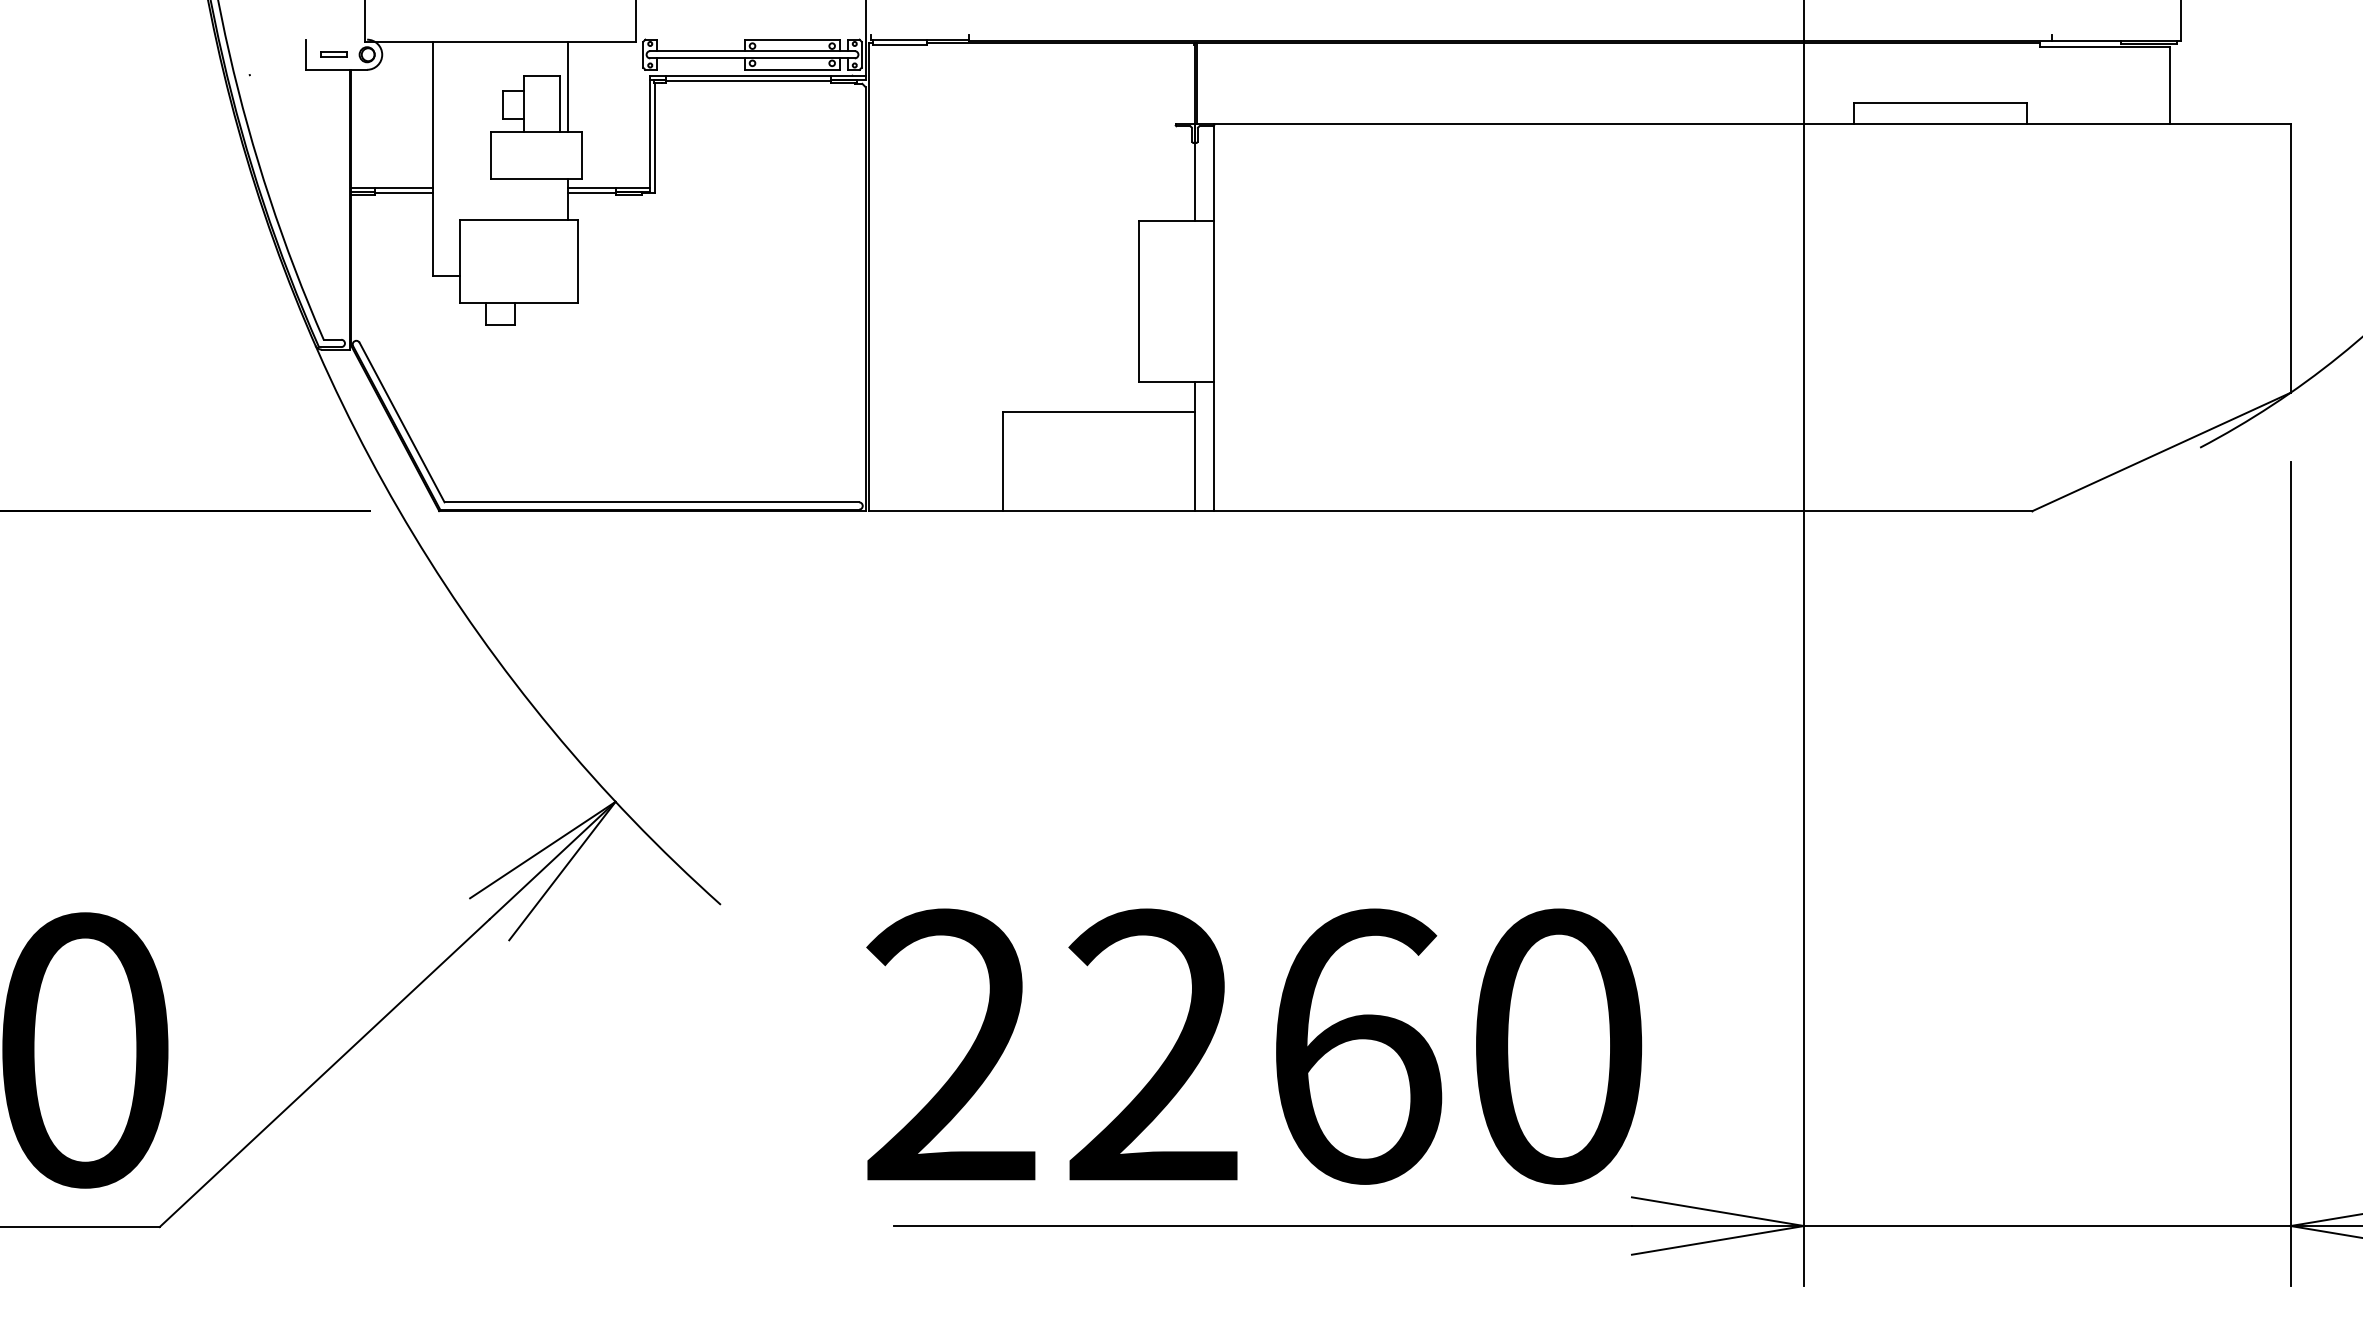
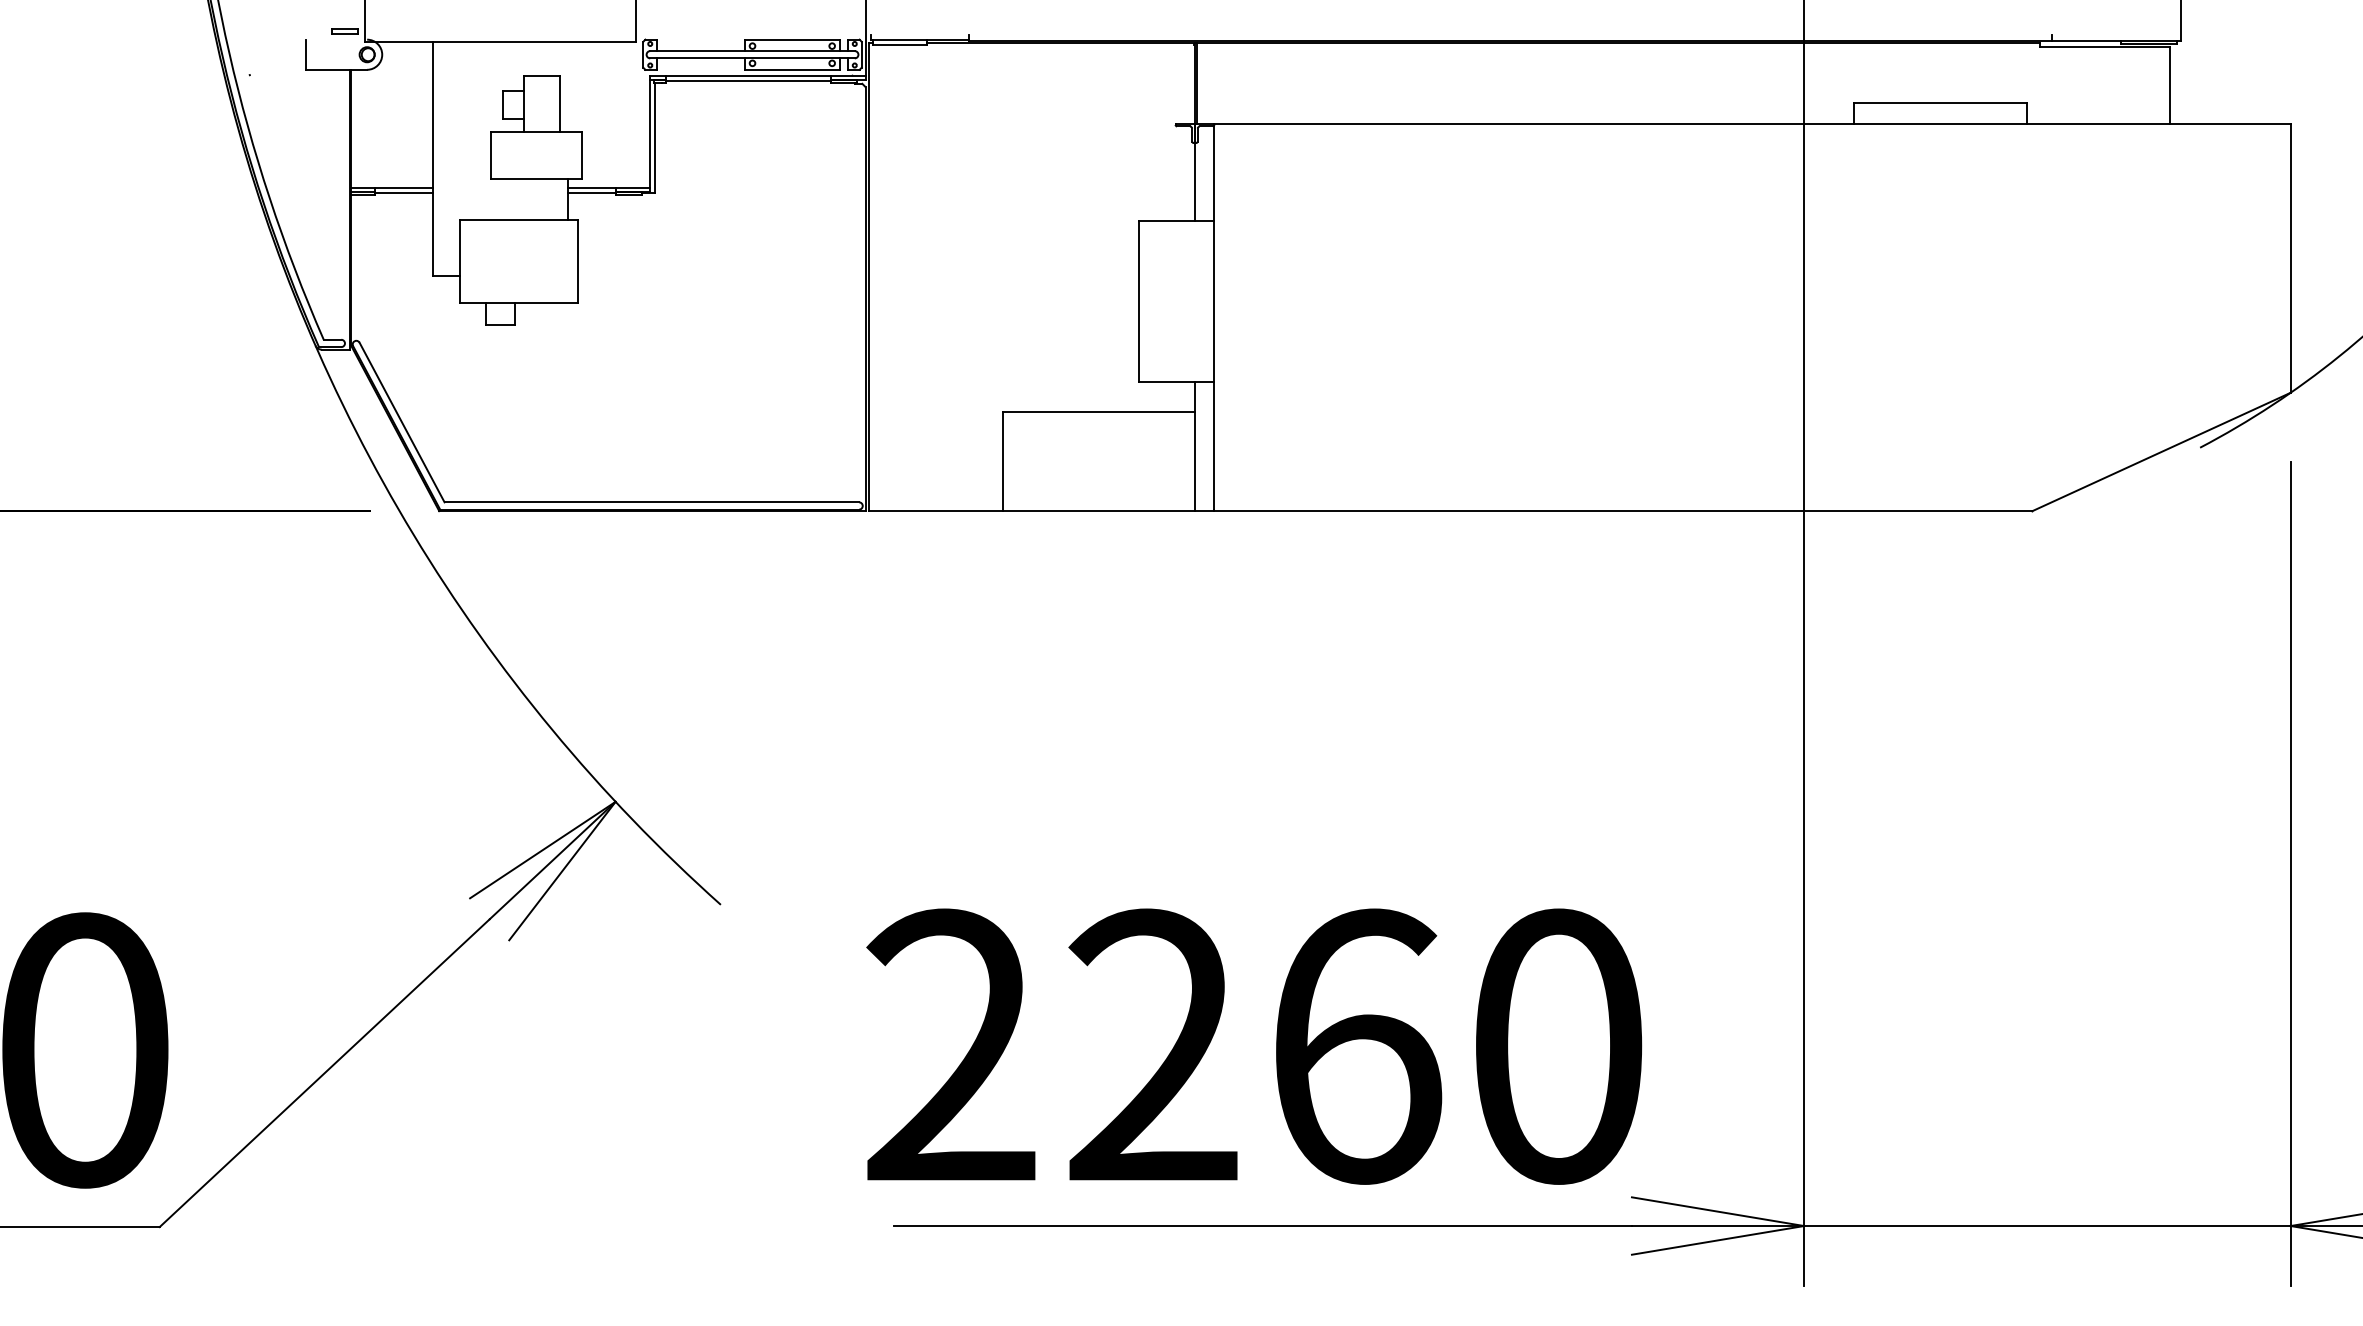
part at (333, 54) position: (333, 54) -> (344, 31)
line at (568, 86): present -> none
